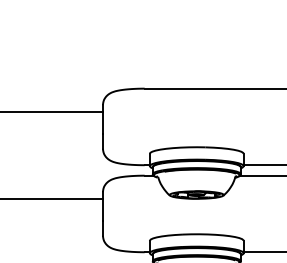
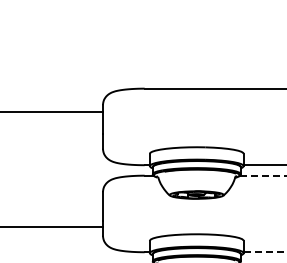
line at (262, 175): solid -> dashed
line at (52, 198) position: (52, 198) -> (52, 226)
line at (265, 252): solid -> dashed
